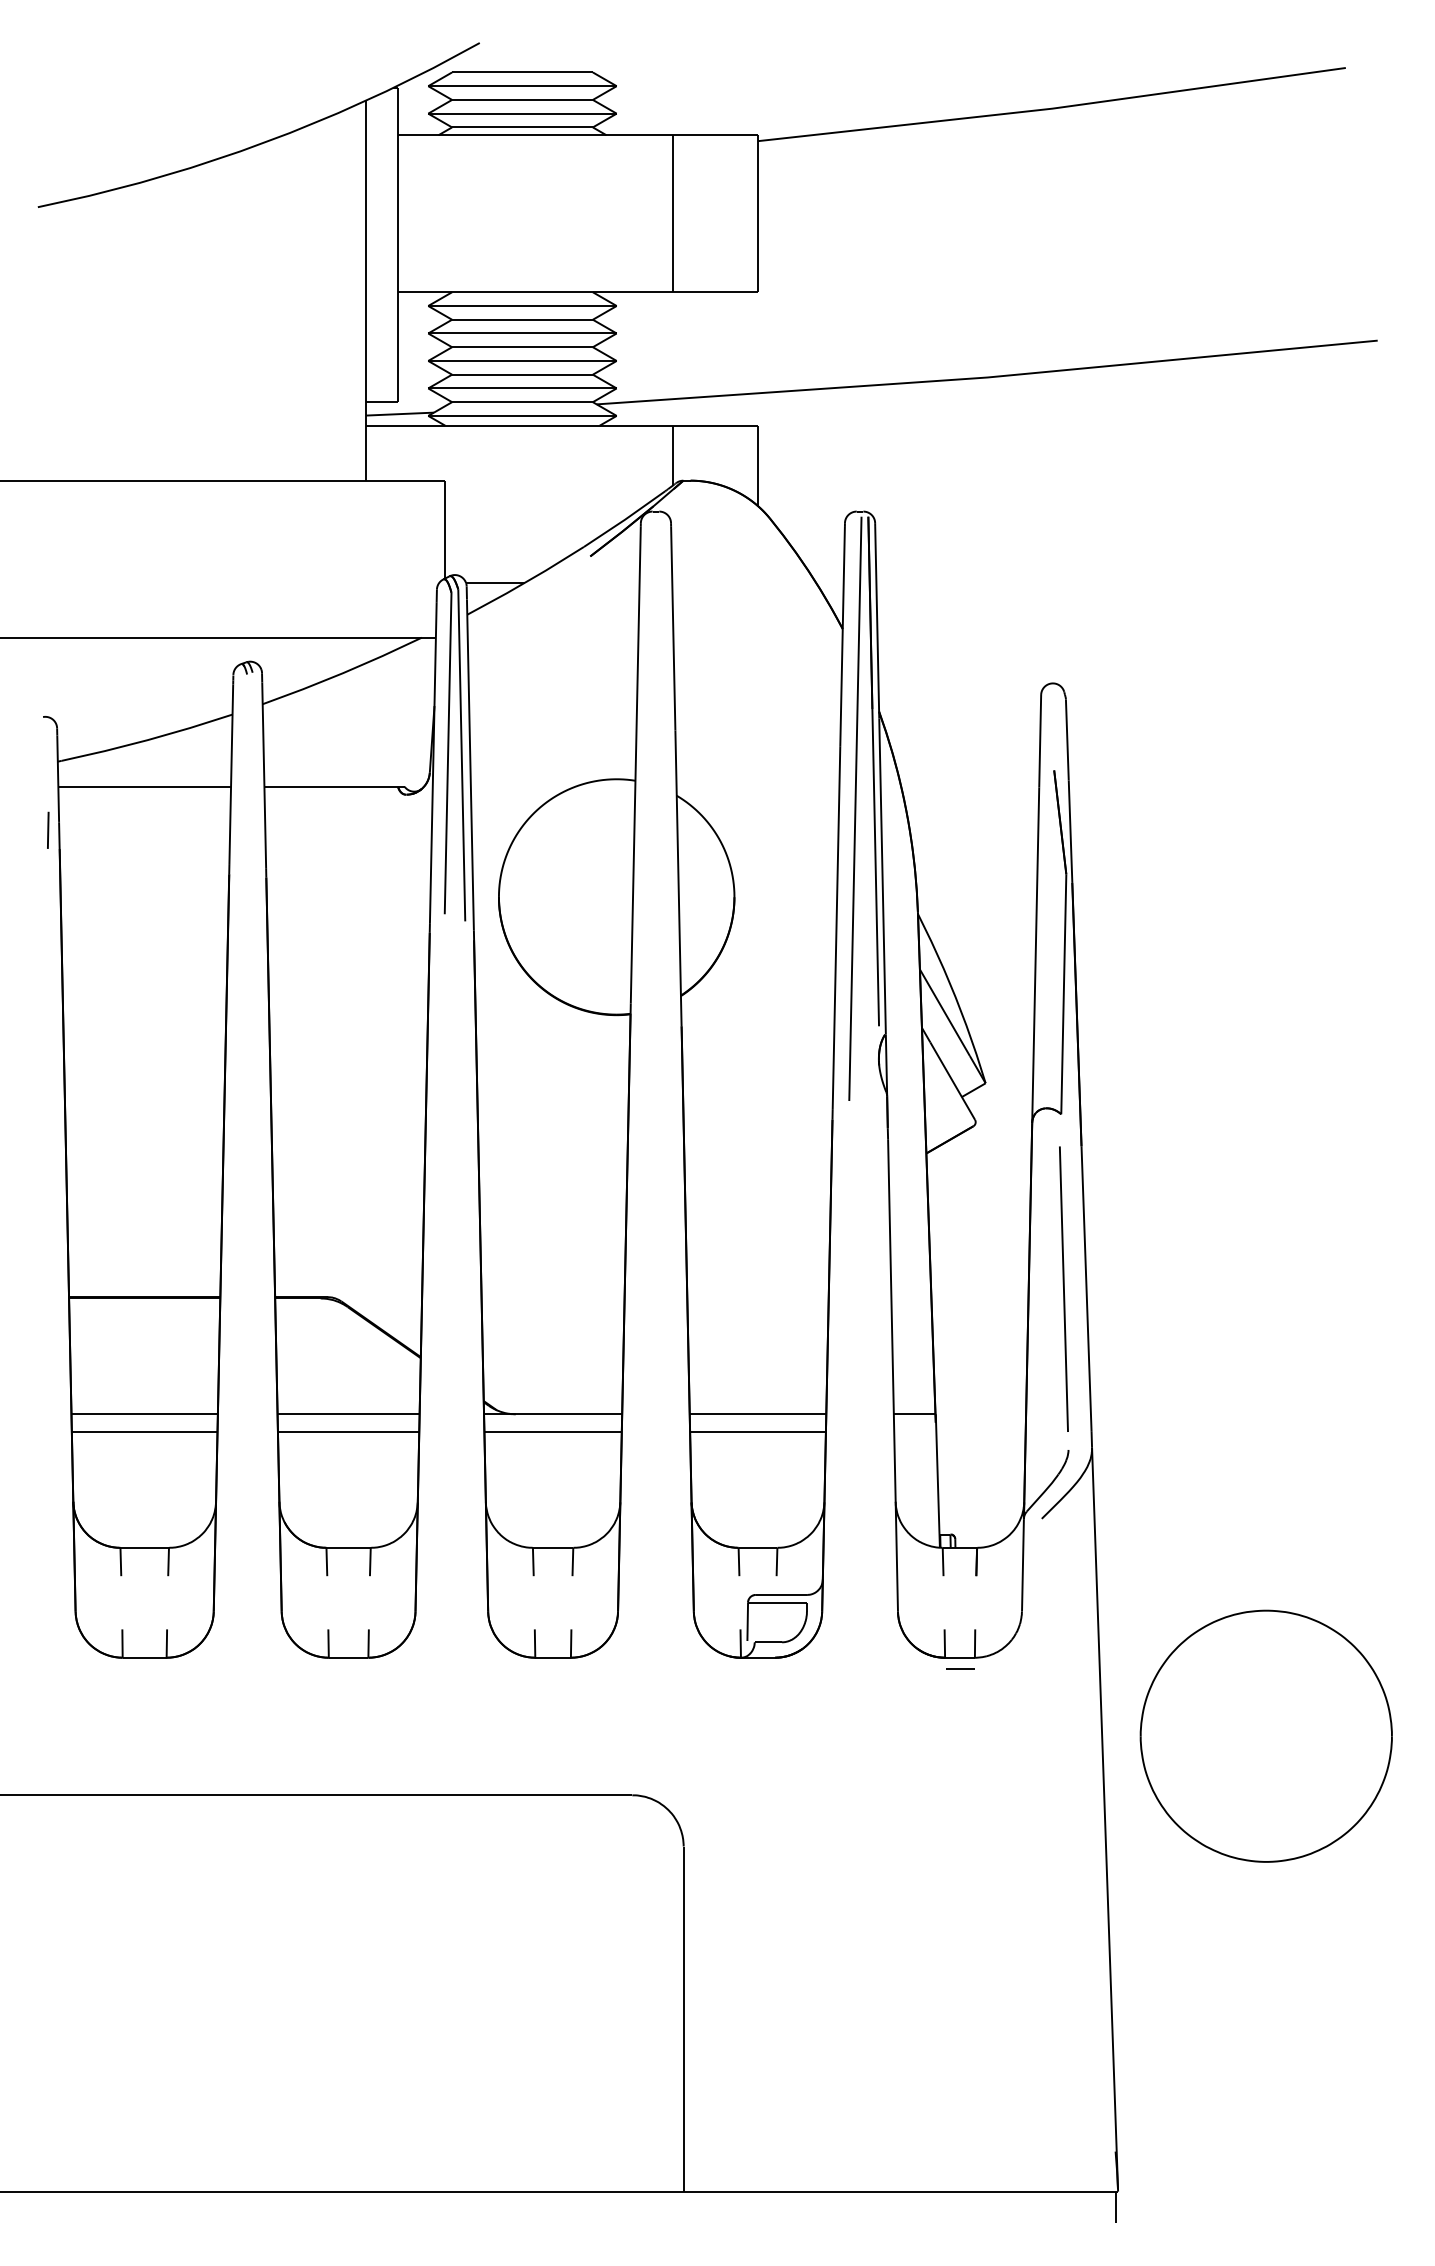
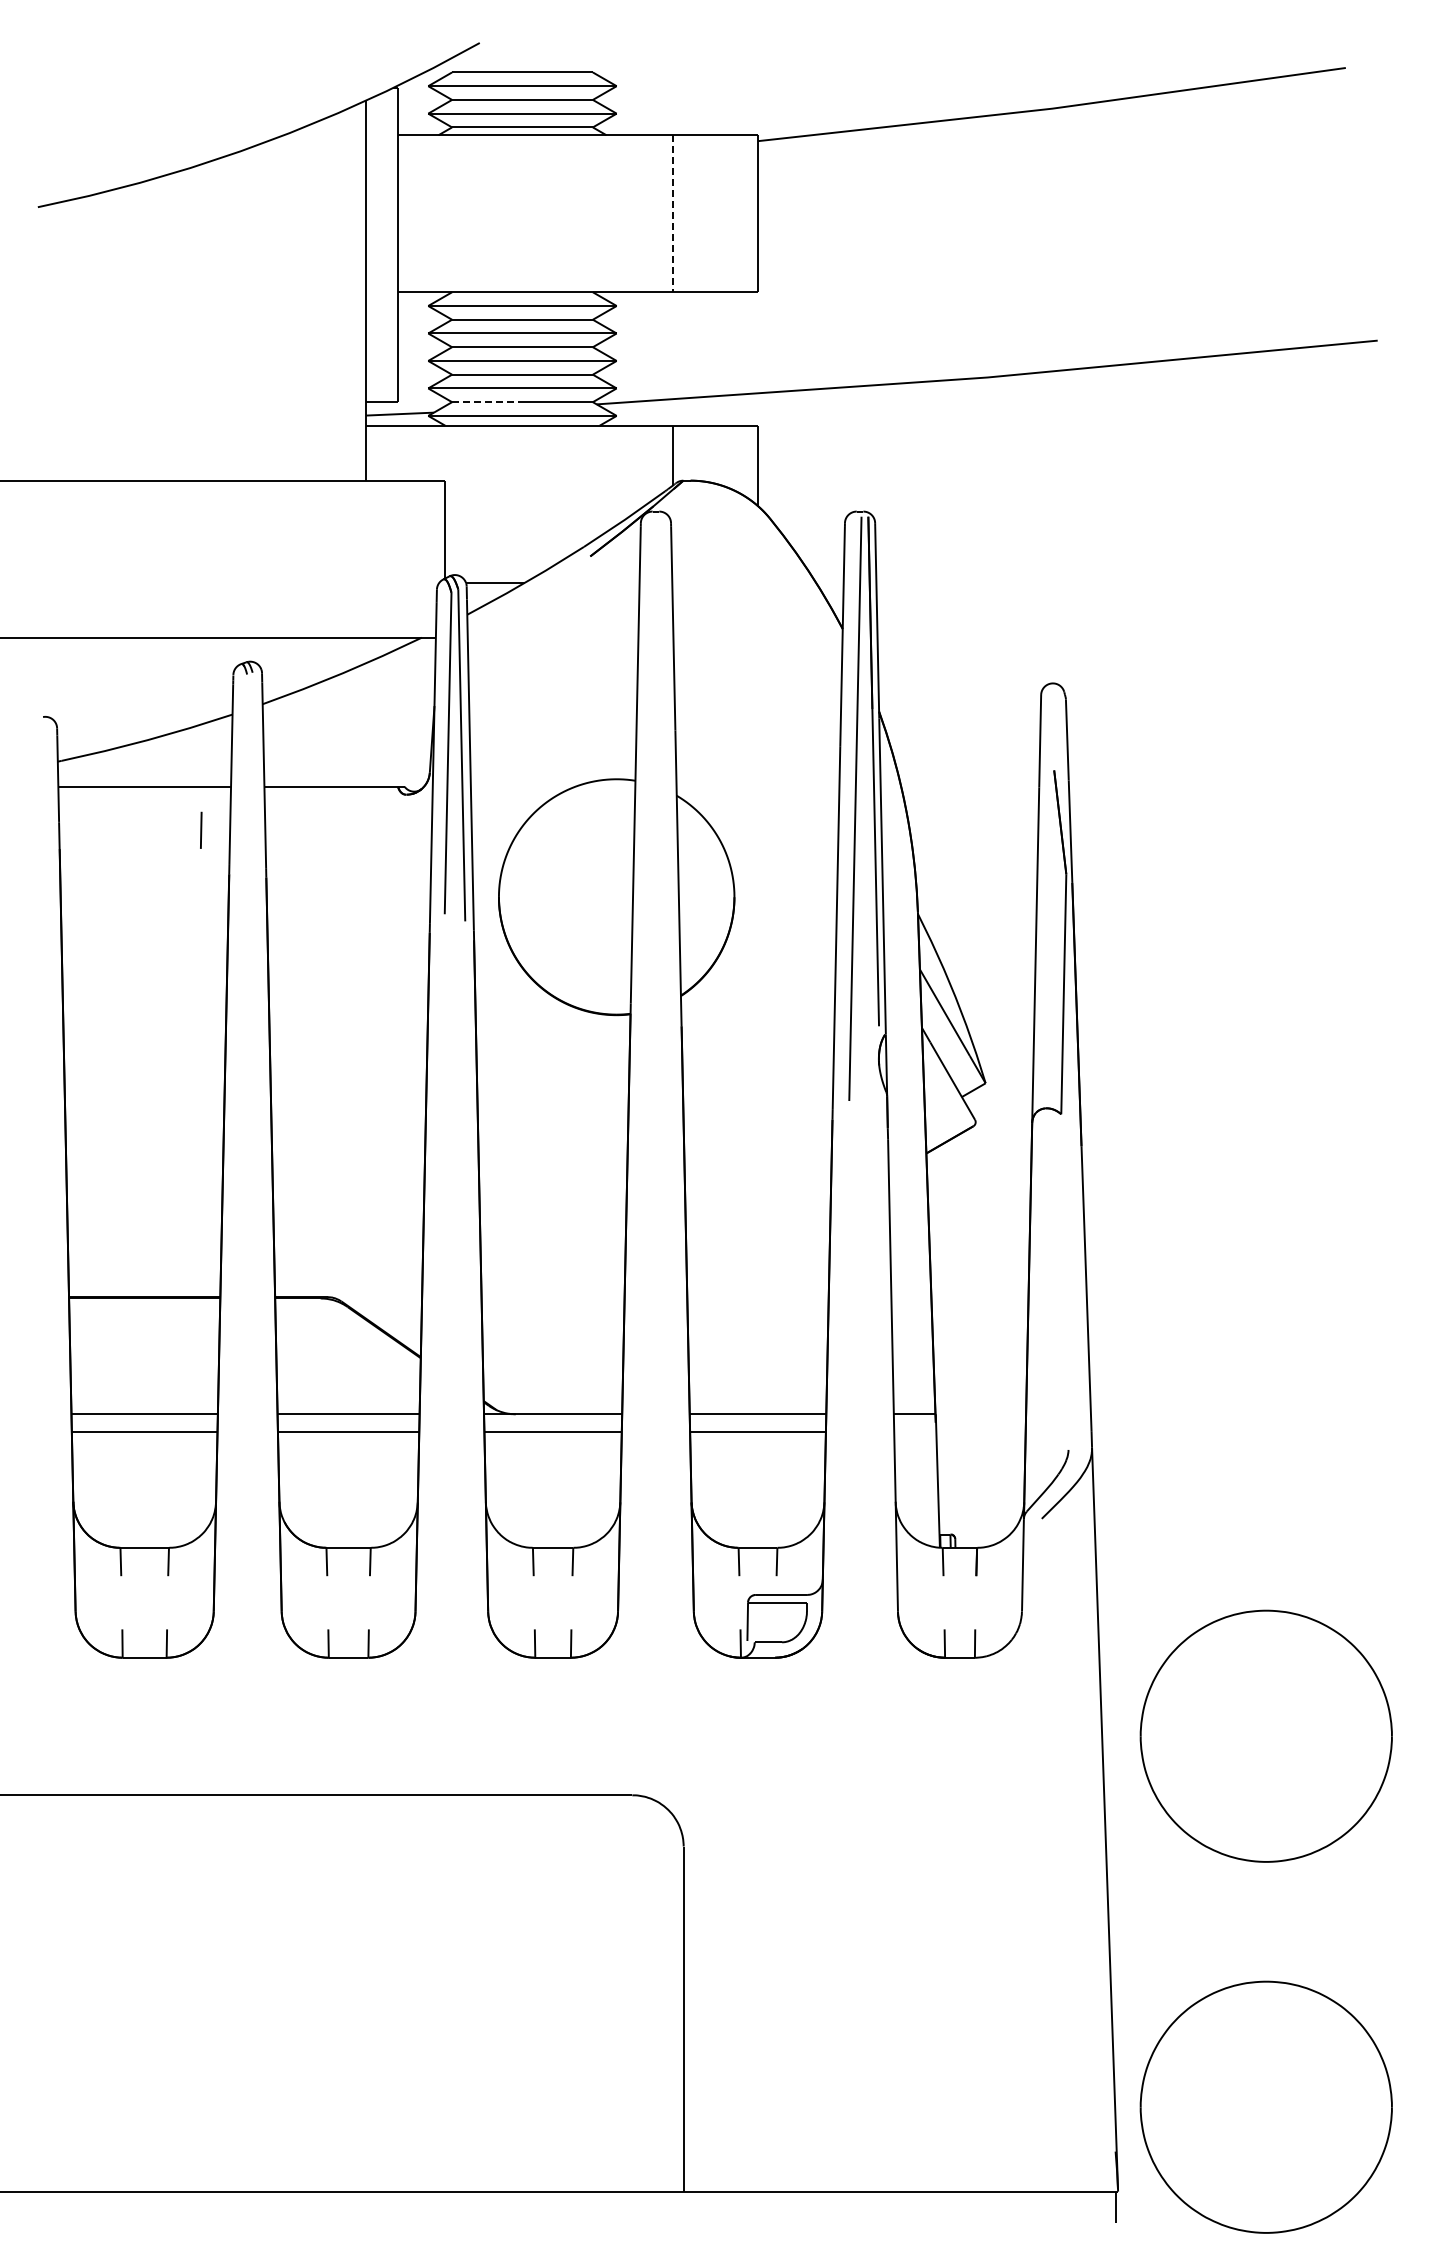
line at (673, 213): solid -> dashed
line at (487, 402): solid -> dashed
line at (48, 829) position: (48, 829) -> (201, 829)
line at (1063, 1288): present -> none
line at (960, 1668): present -> none
part at (1265, 2106): none -> present
